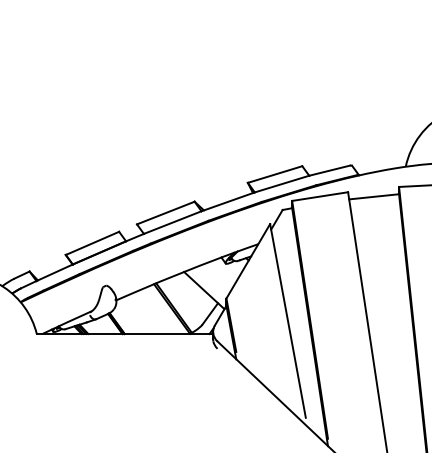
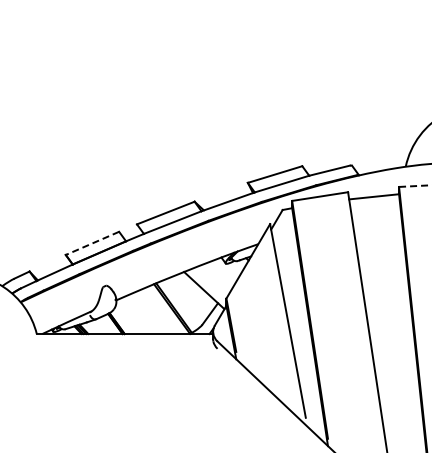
line at (415, 186): solid -> dashed
line at (92, 243): solid -> dashed
